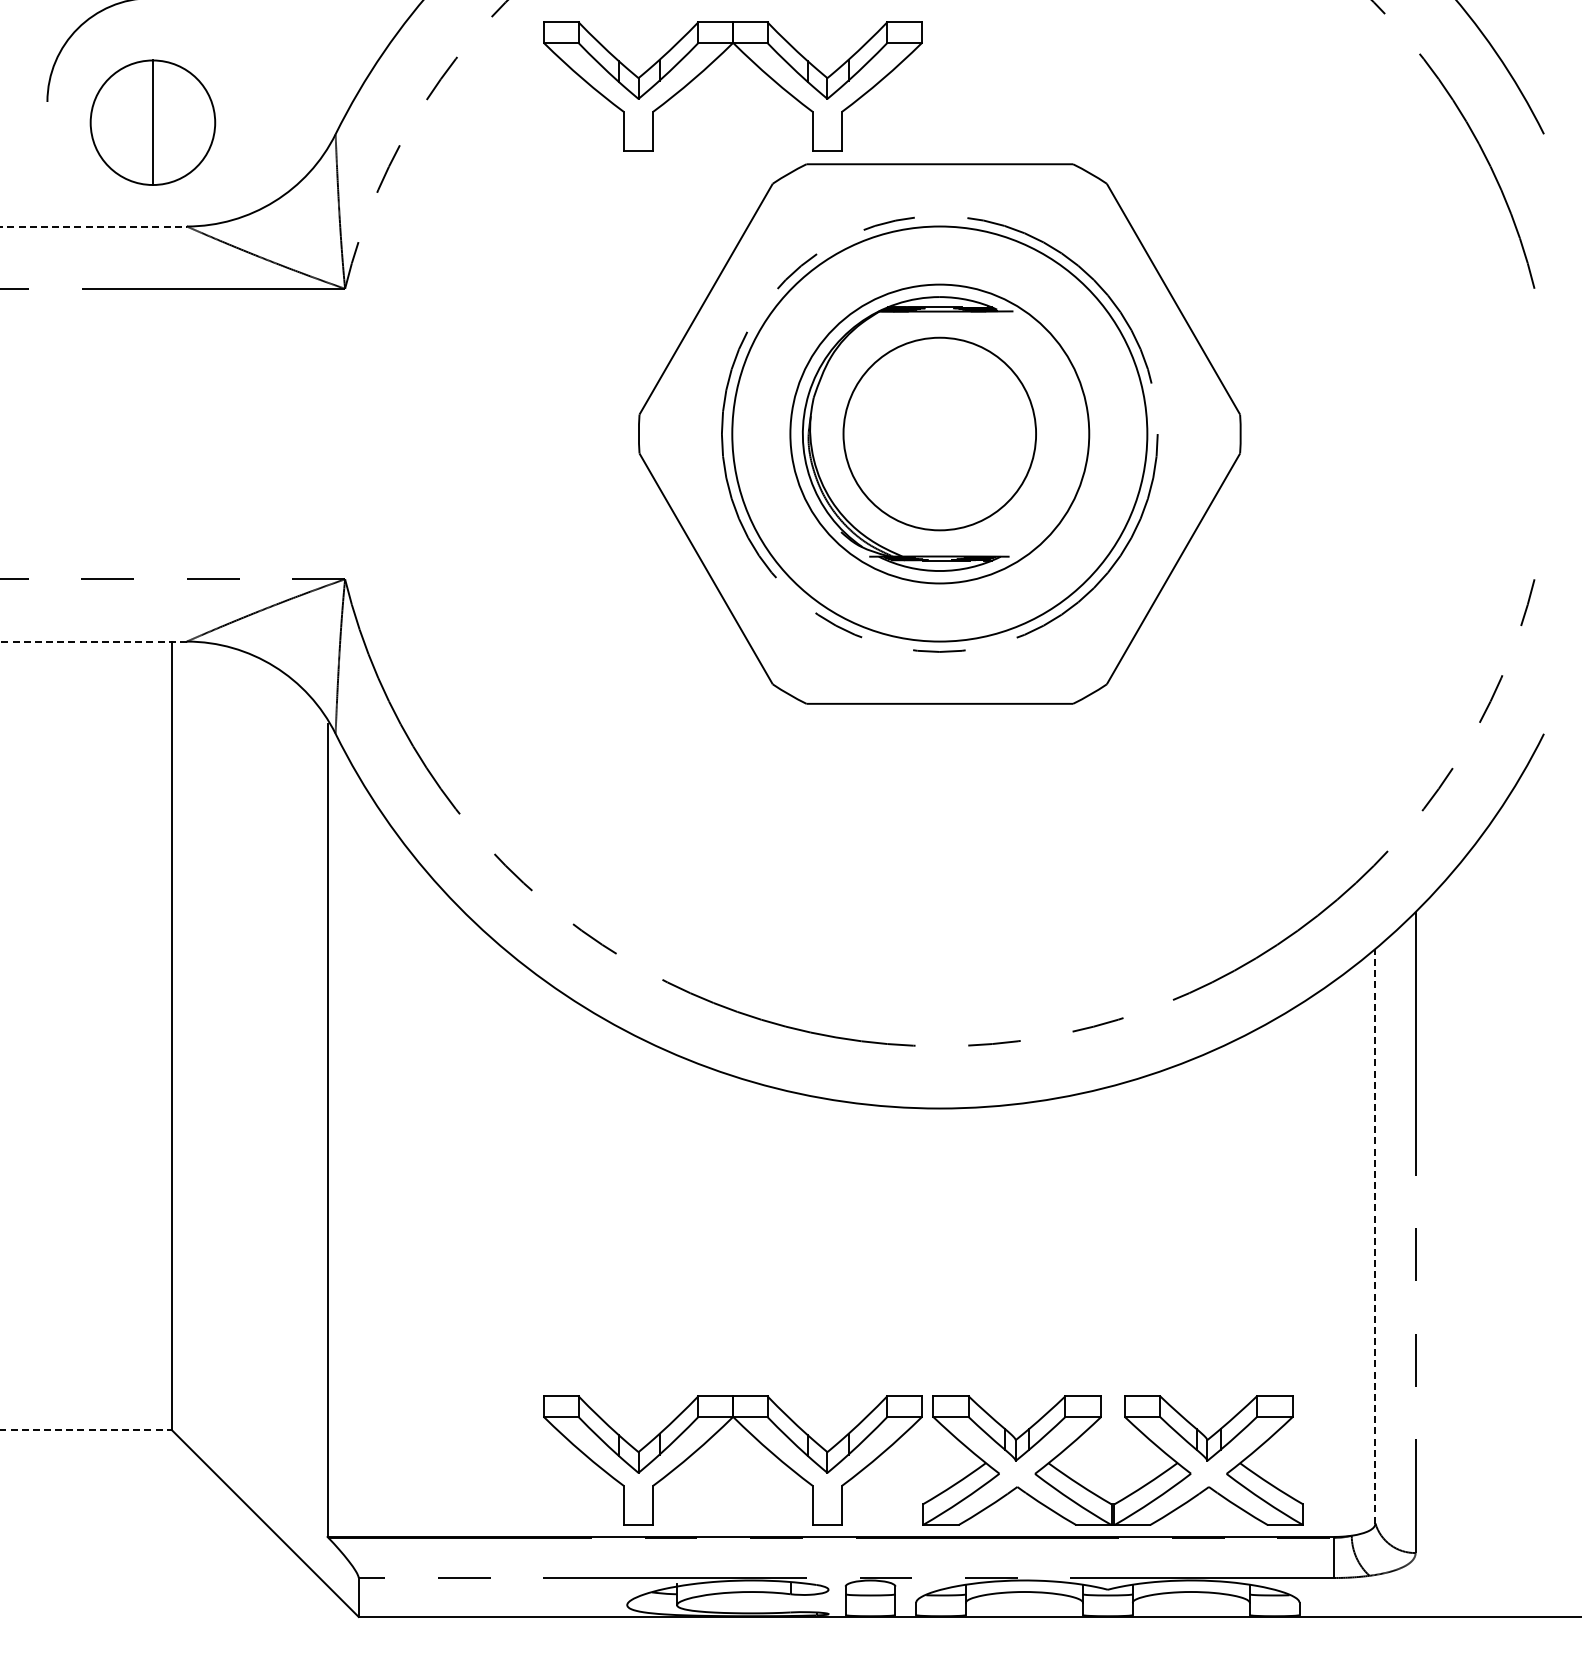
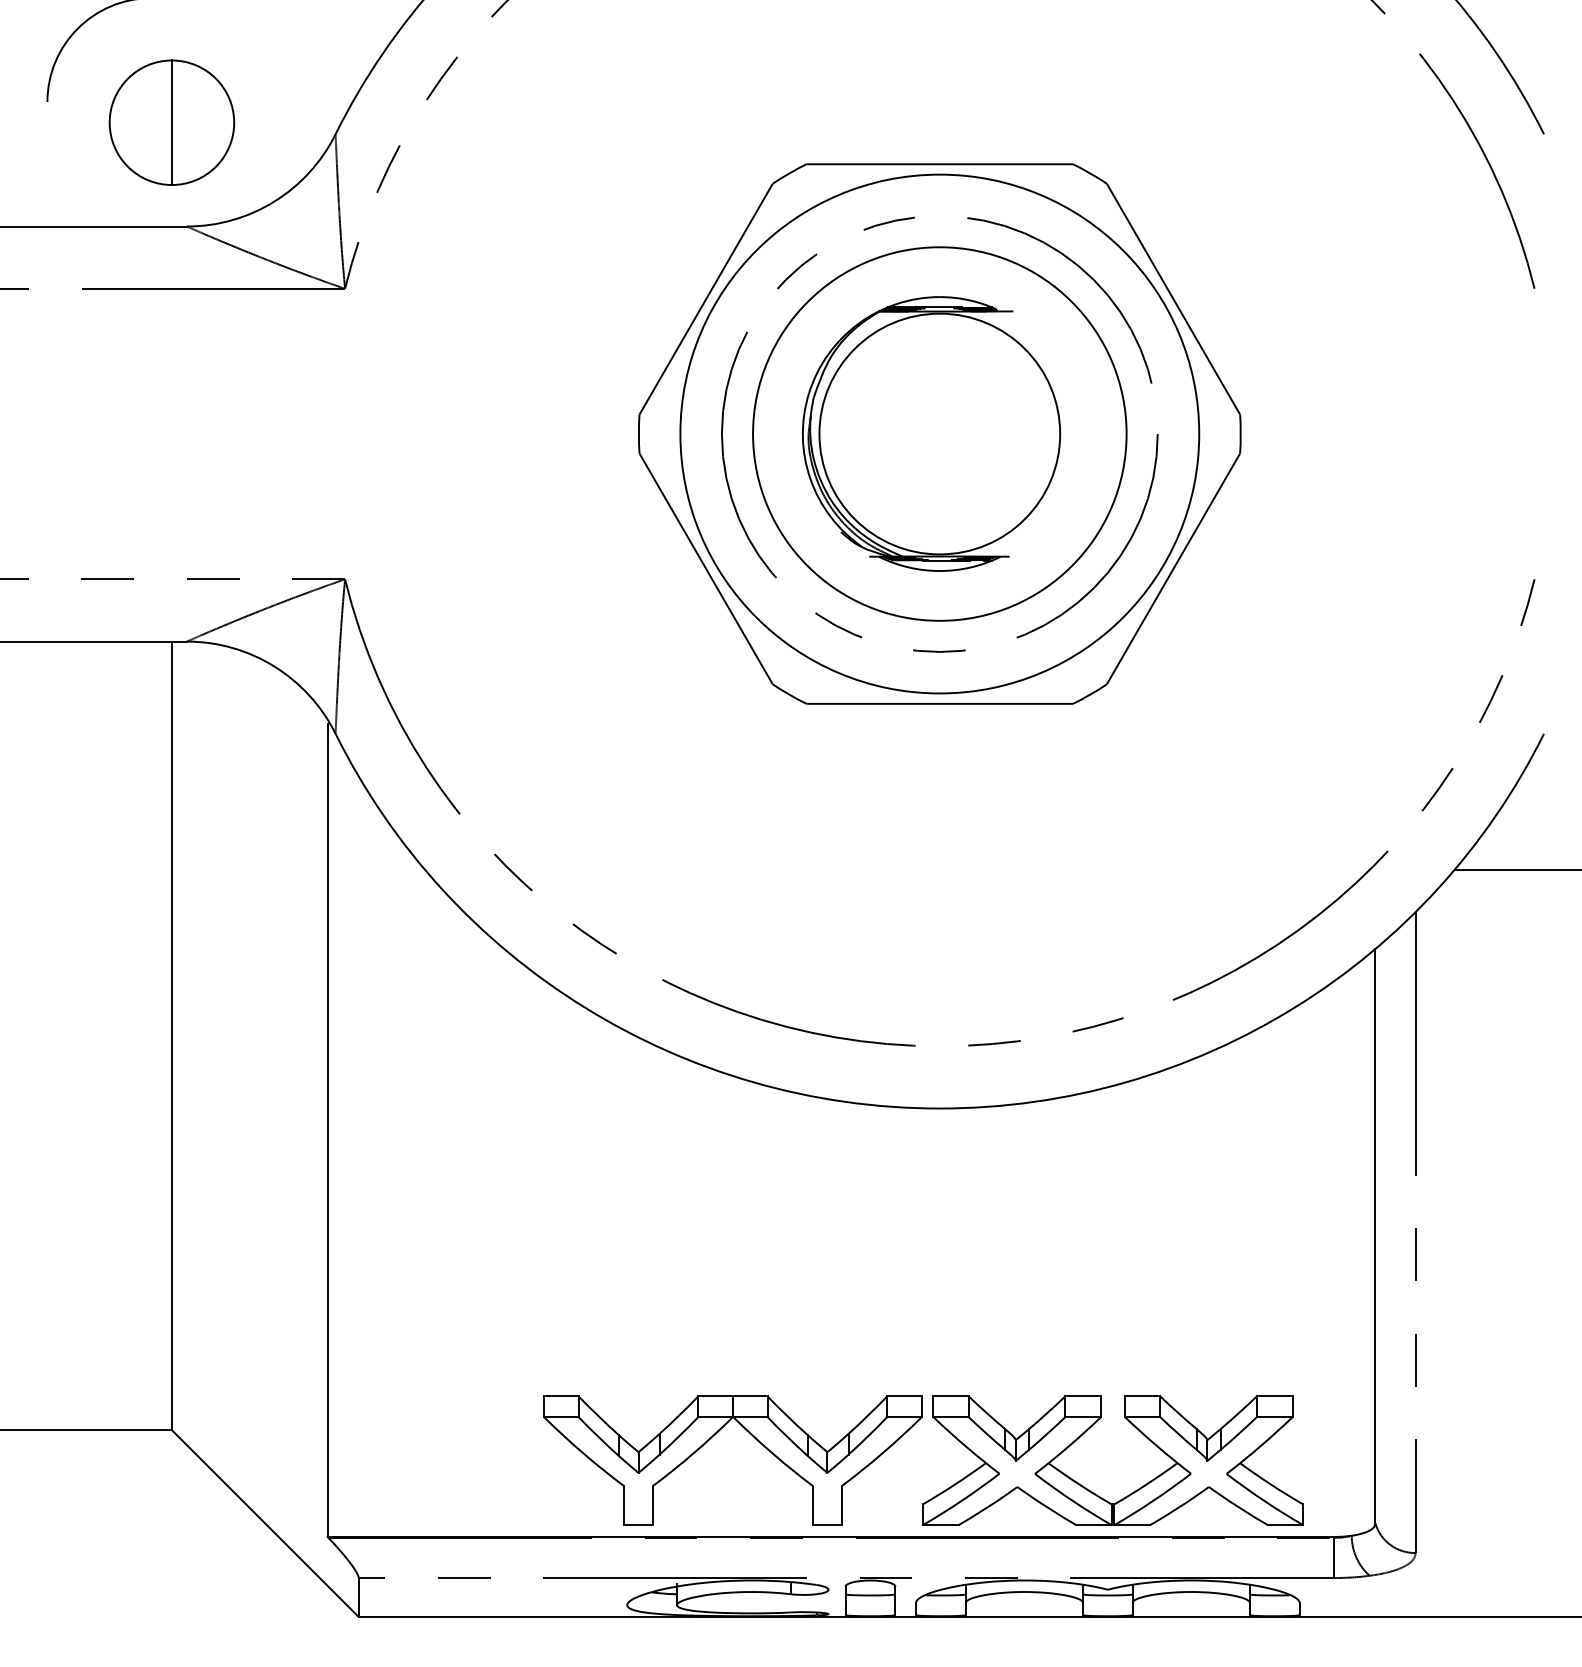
part at (715, 61): present -> none
part at (152, 122) position: (152, 122) -> (171, 122)
line at (93, 226): dashed -> solid
circle at (939, 433) diameter: 193 px -> 241 px
circle at (939, 433) diameter: 299 px -> 374 px
circle at (939, 433) diameter: 415 px -> 519 px
line at (93, 641): dashed -> solid
line at (1516, 869): none -> present
line at (1375, 1235): dashed -> solid
line at (86, 1430): dashed -> solid
